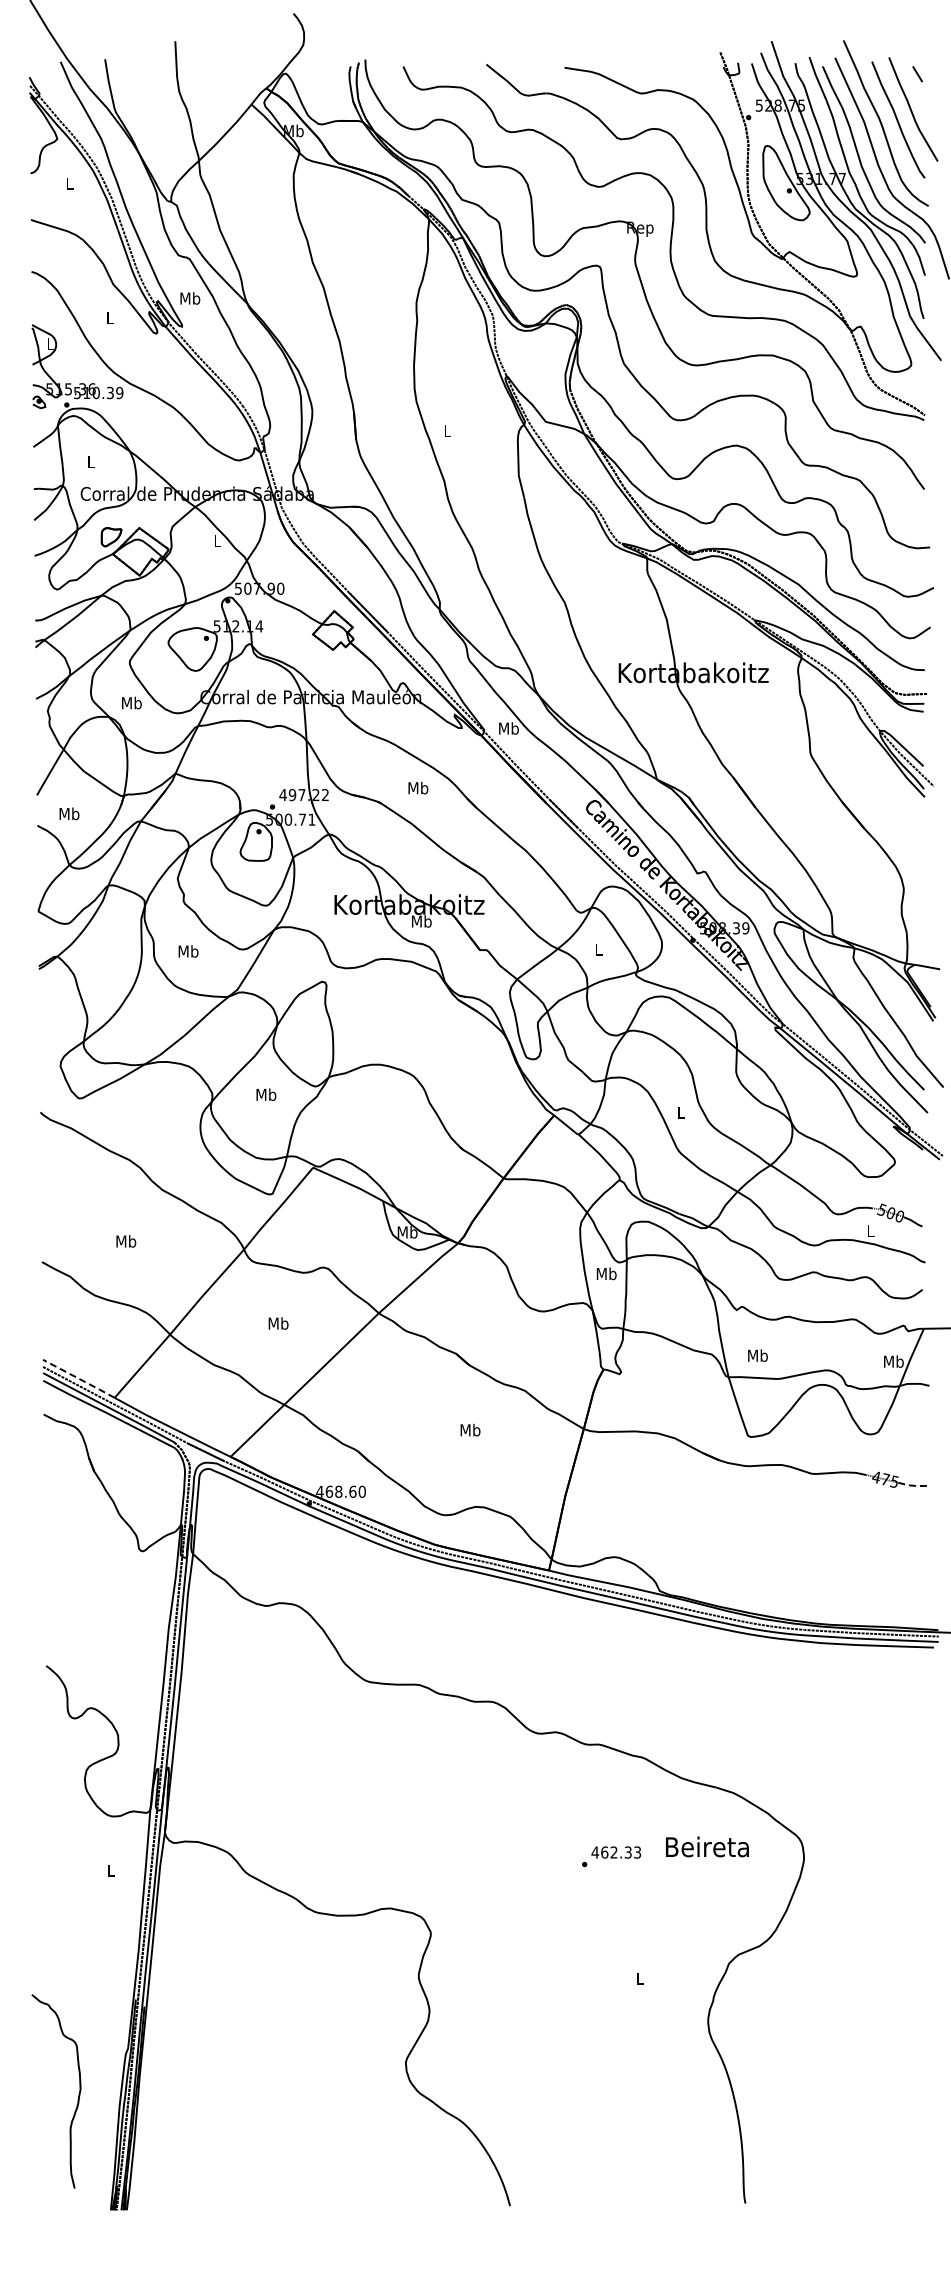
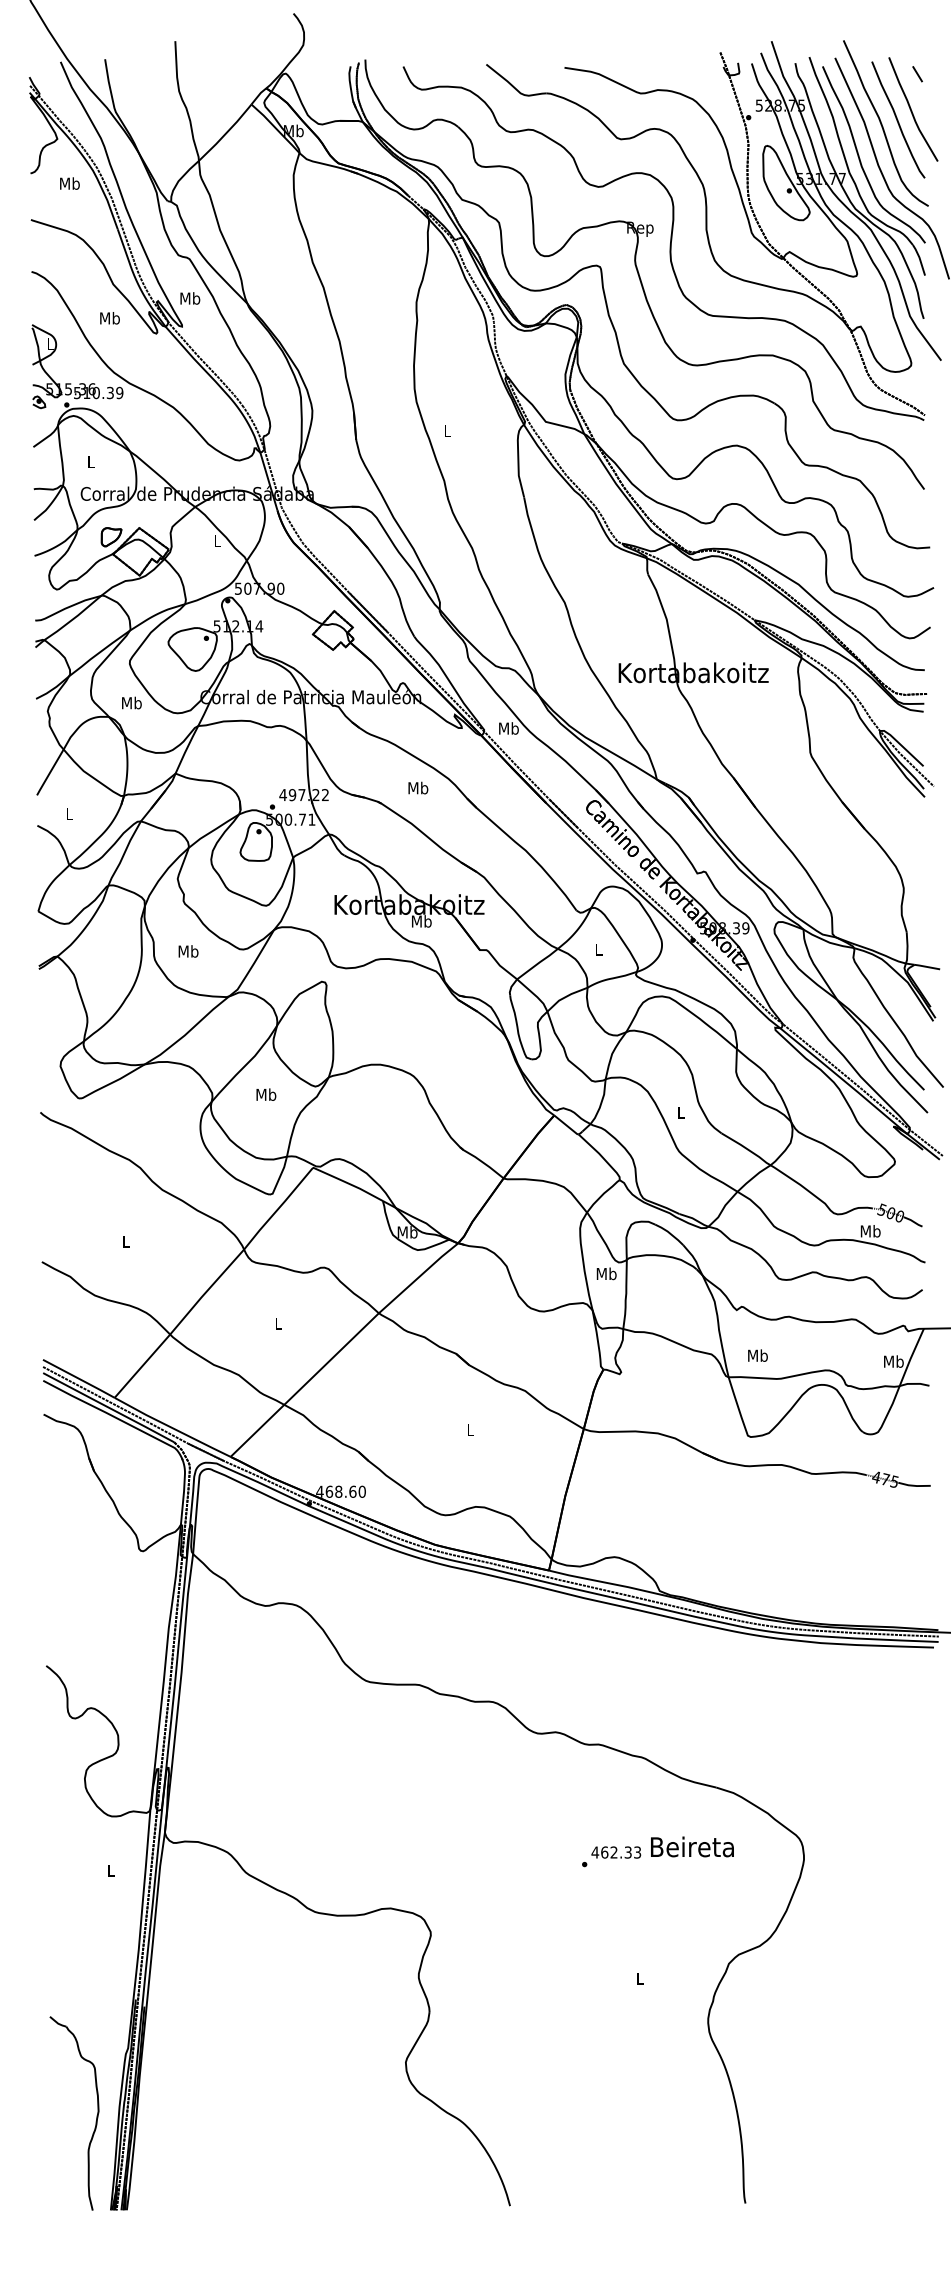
text at (69, 183): L -> Mb
text at (109, 318): L -> Mb
text at (69, 813): Mb -> L
text at (870, 1231): L -> Mb
text at (126, 1241): Mb -> L
text at (278, 1323): Mb -> L
line at (78, 1378): dashed -> solid
text at (470, 1429): Mb -> L
line at (914, 1485): dashed -> solid
text at (707, 1846) position: (707, 1846) -> (692, 1846)
part at (78, 2093) position: (78, 2093) -> (96, 2115)
